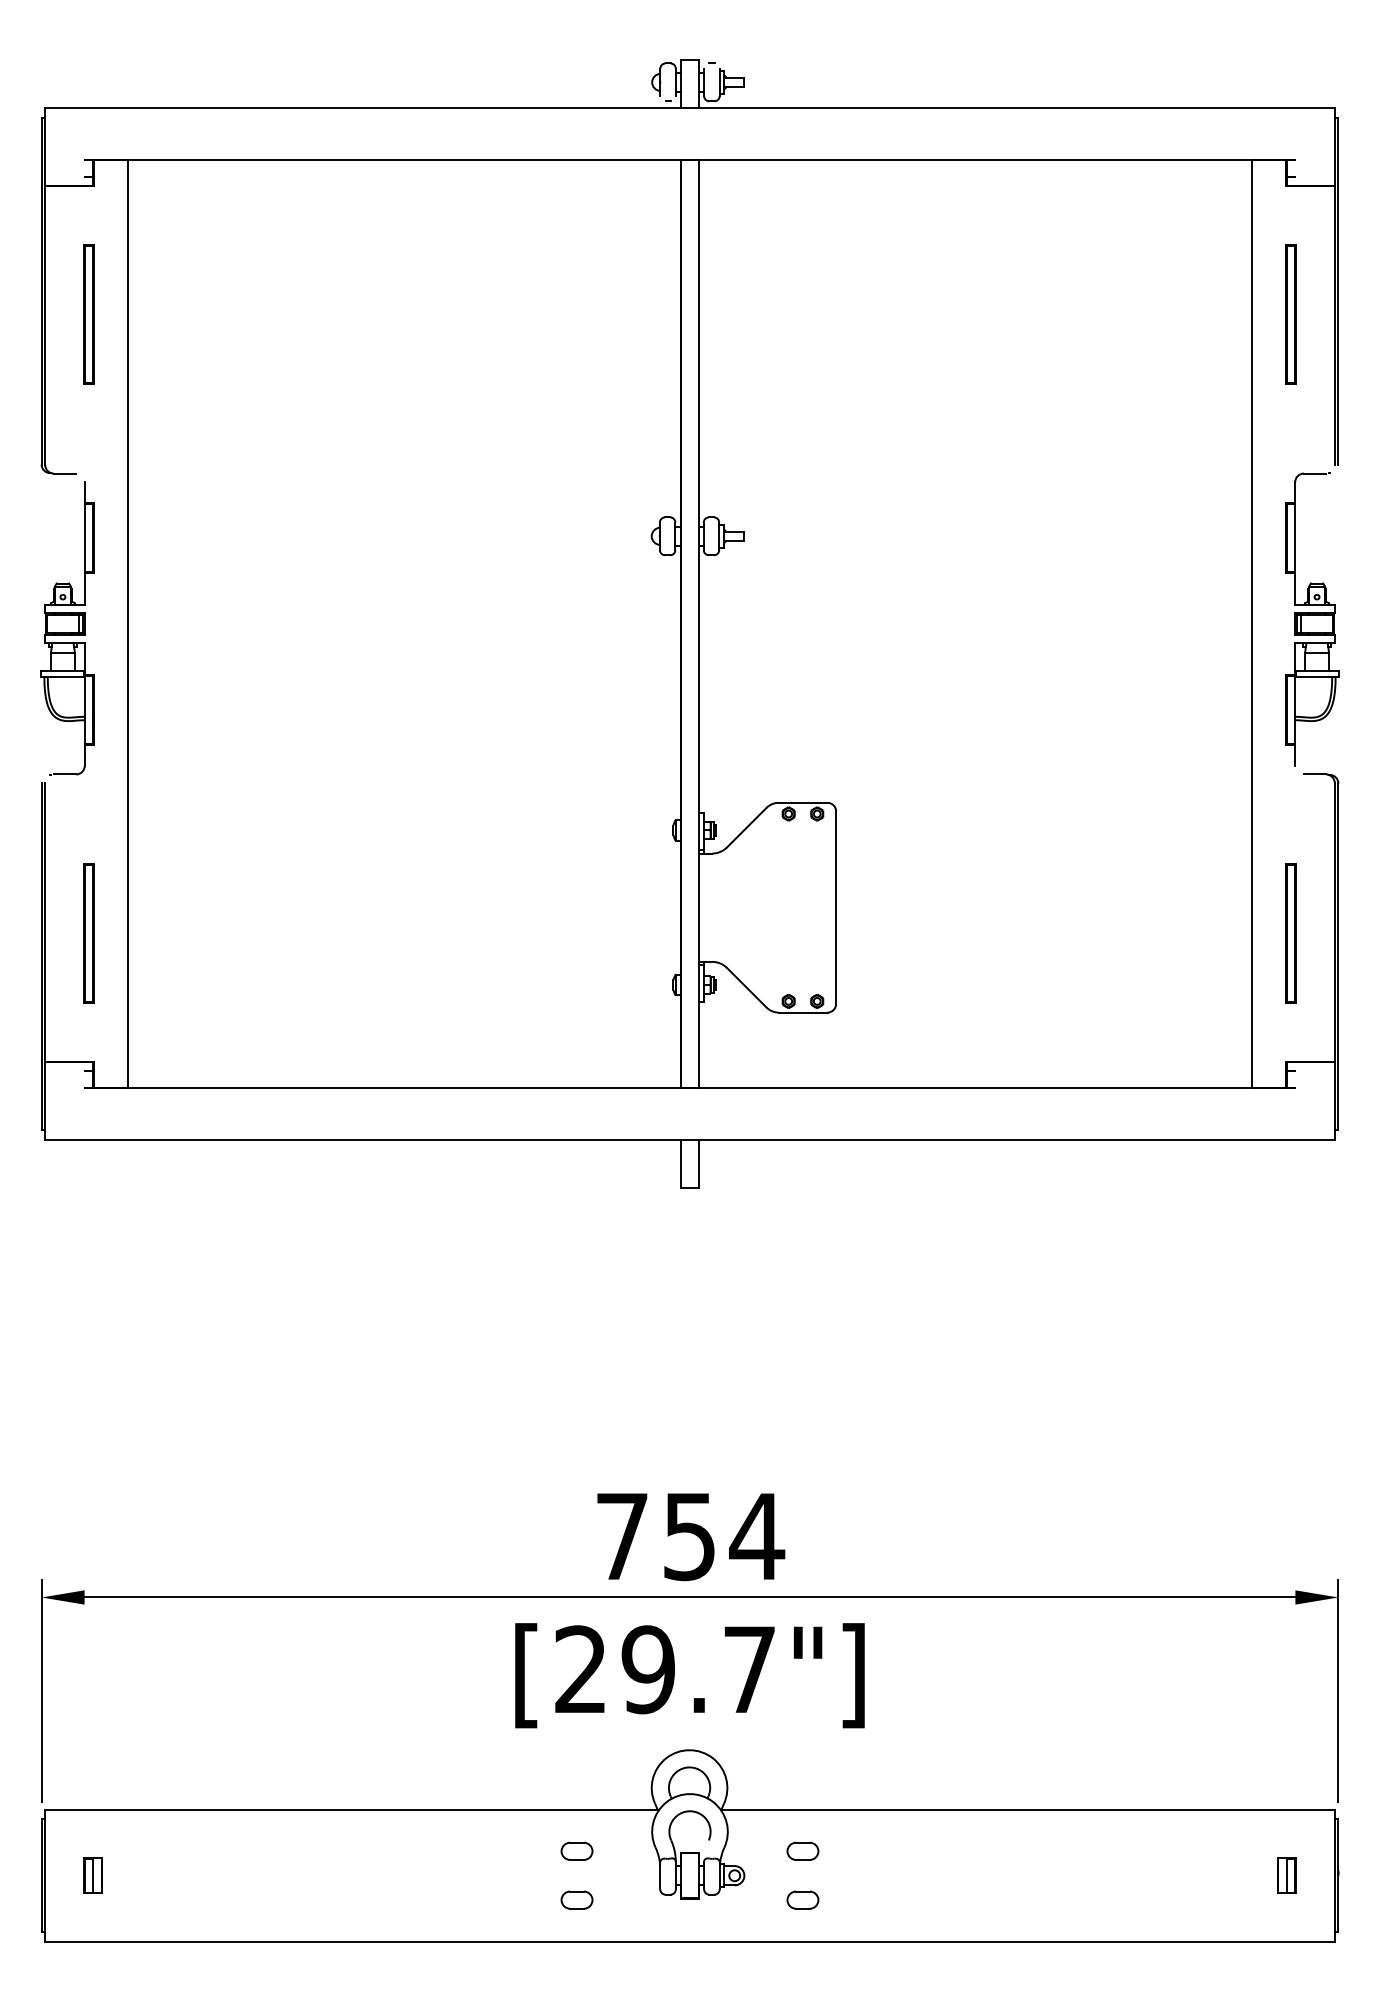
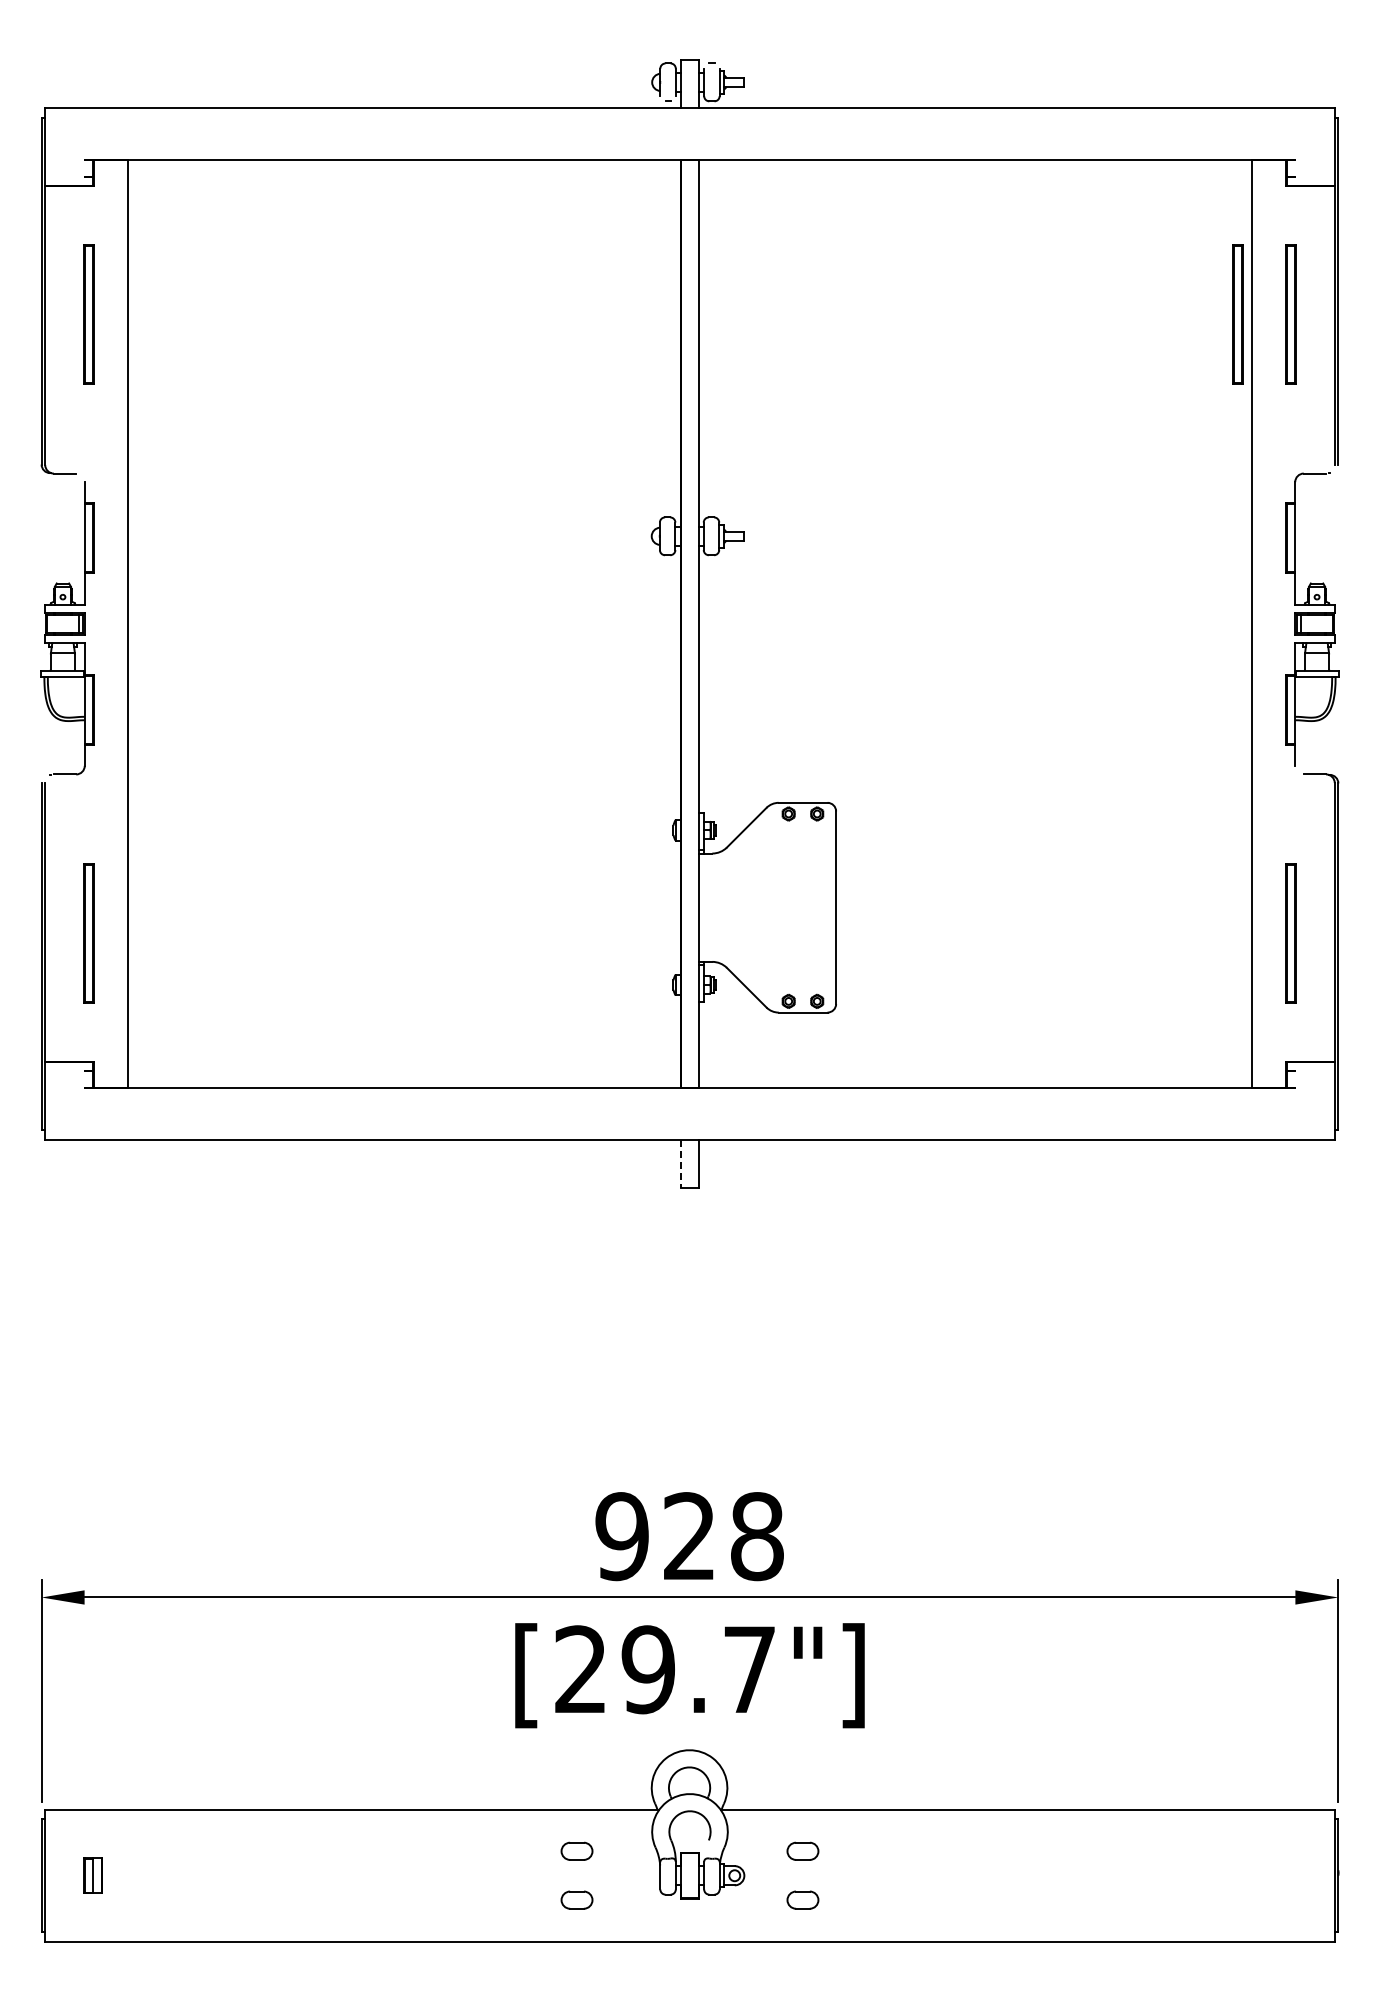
part at (1237, 314): none -> present
line at (681, 1164): solid -> dashed
text at (690, 1536): 754 -> 928
part at (1286, 1875): present -> none
